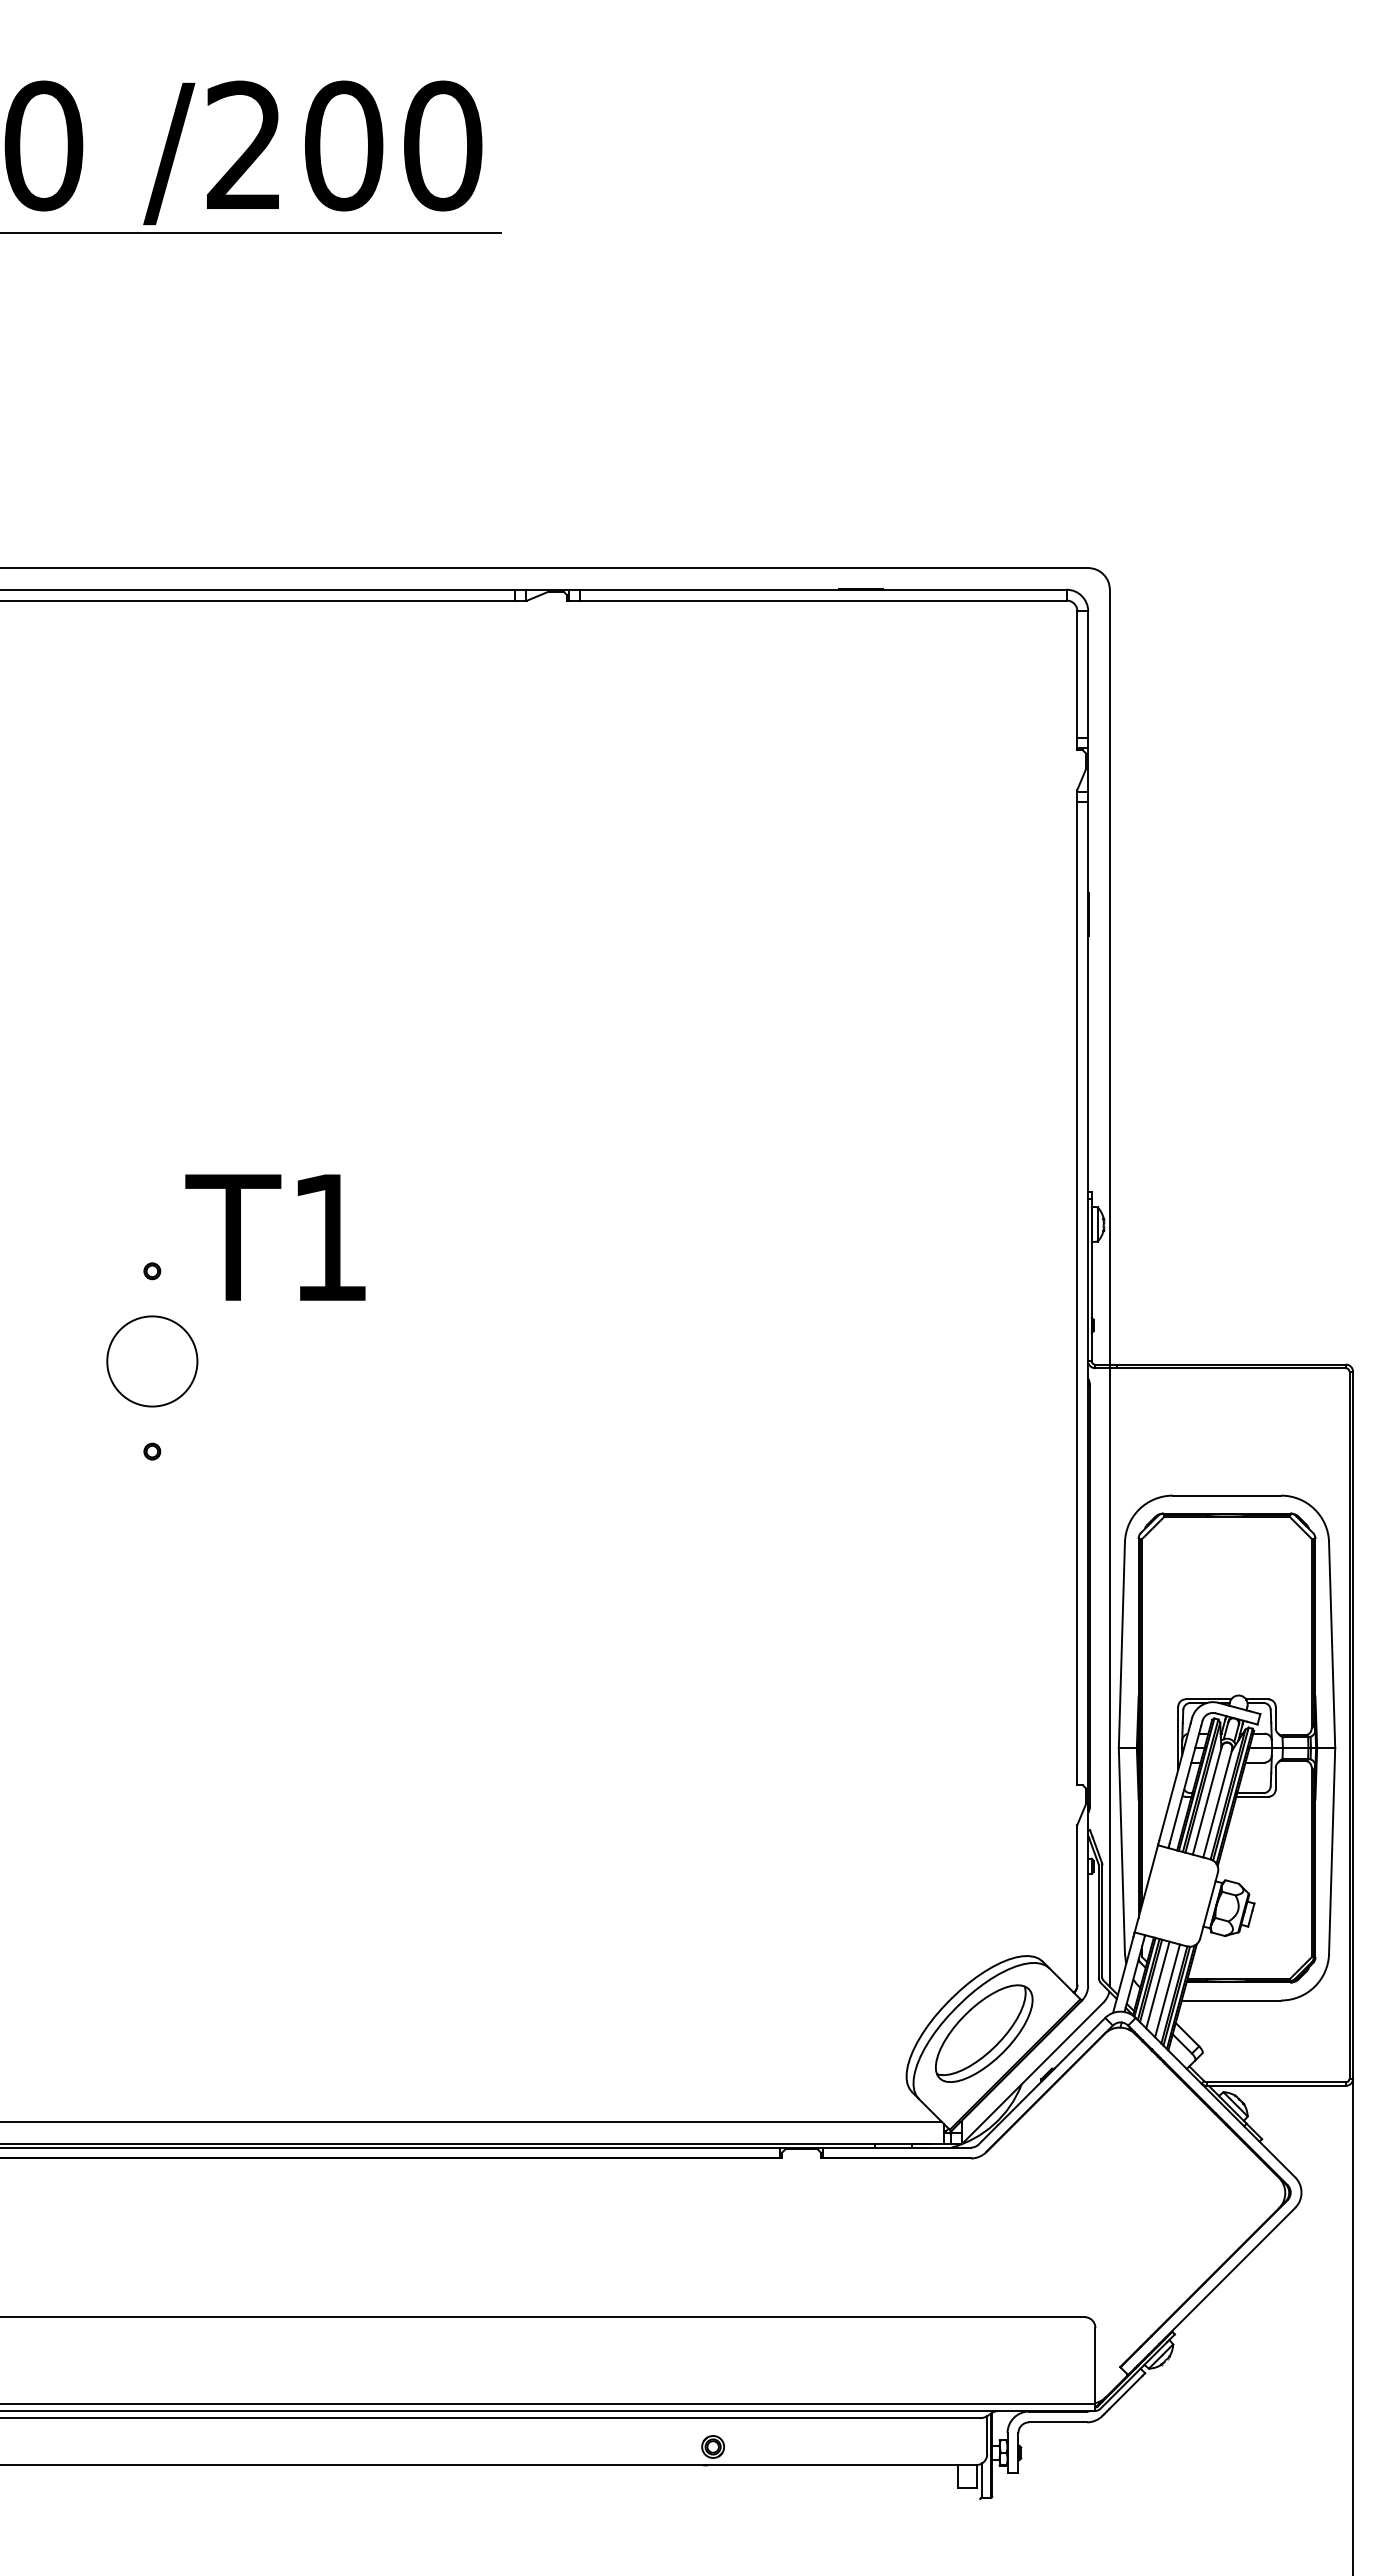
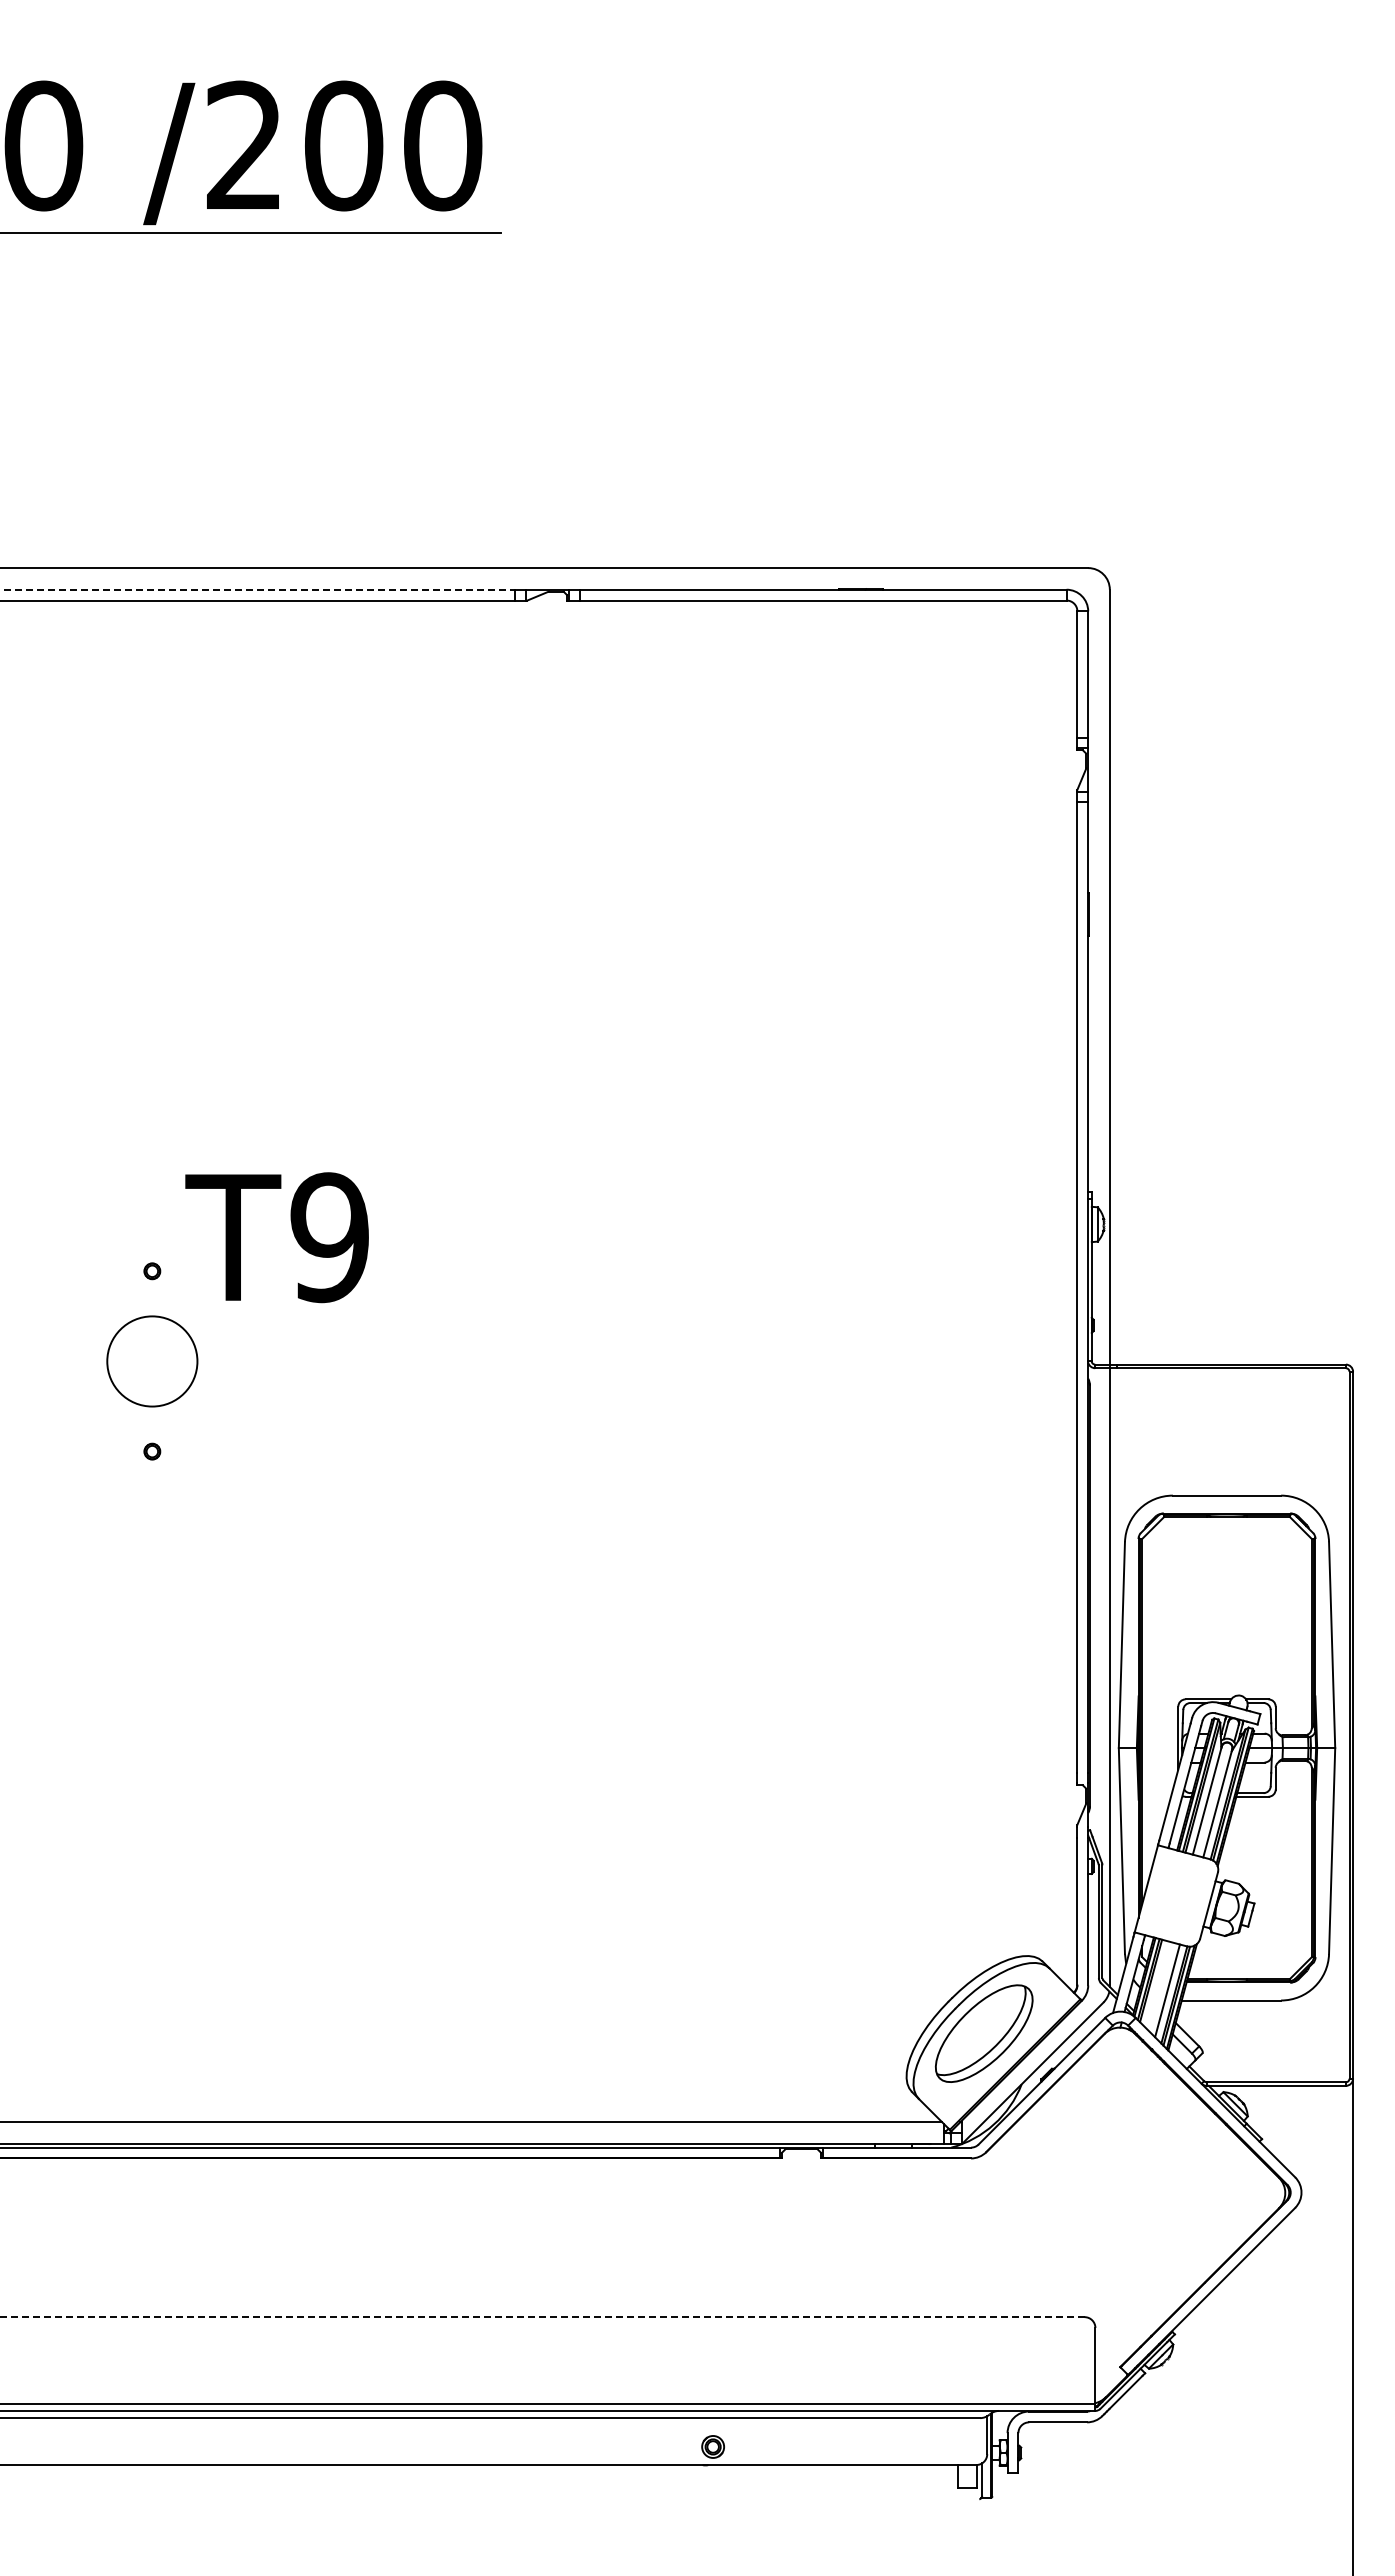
line at (257, 589): solid -> dashed
text at (329, 1237): T1 -> T9
line at (1157, 1984): present -> none
line at (542, 2317): solid -> dashed
